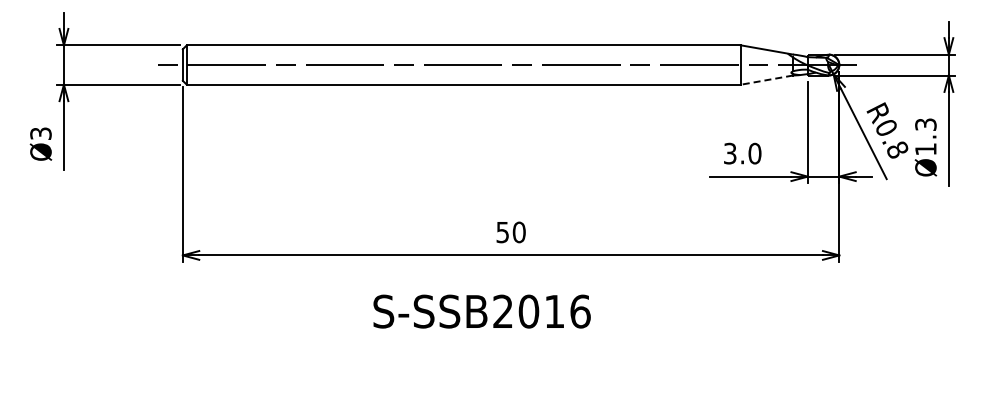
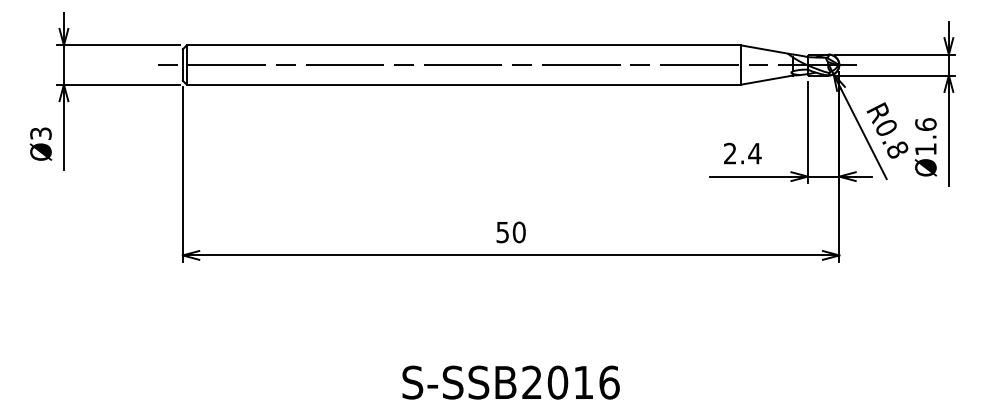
line at (766, 80): dashed -> solid
text at (925, 124): Ø1.3 -> Ø1.6
text at (742, 153): 3.0 -> 2.4
text at (481, 311) position: (481, 311) -> (510, 382)
